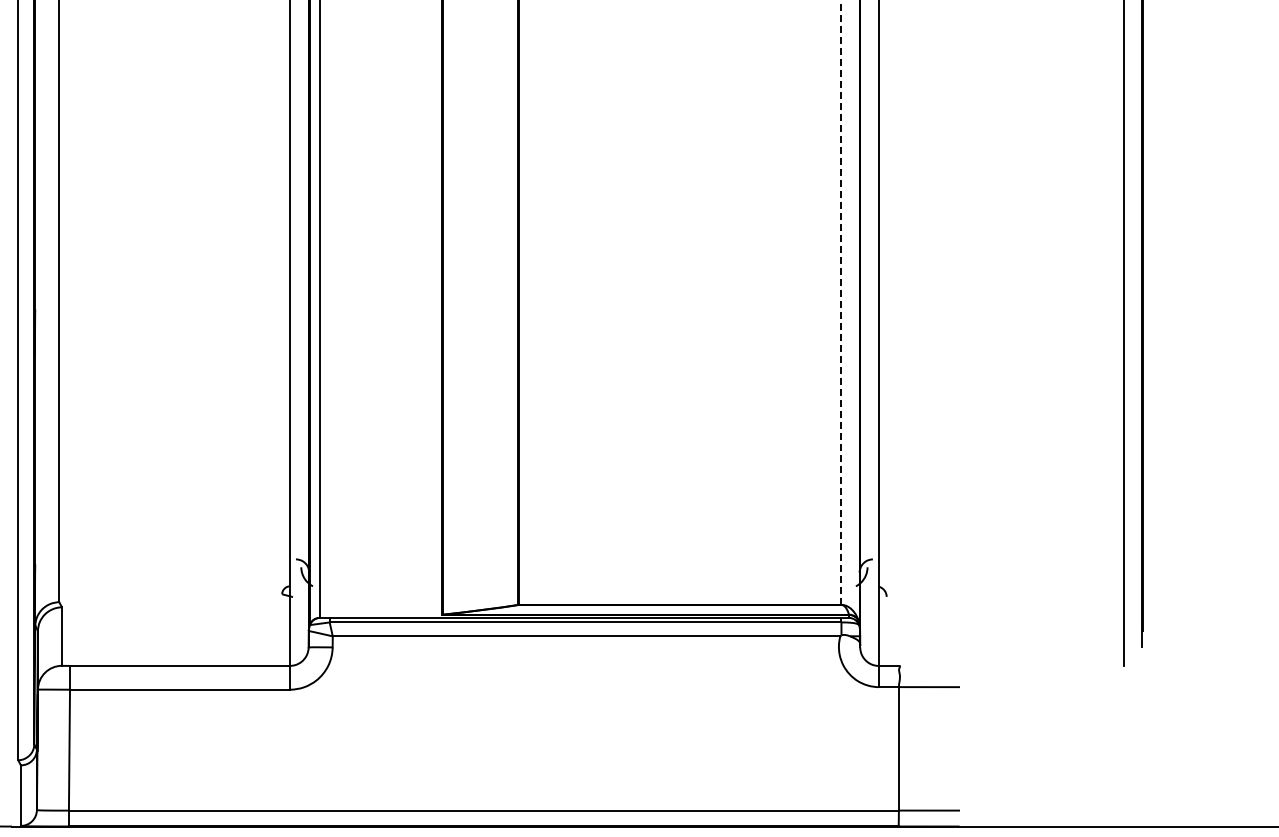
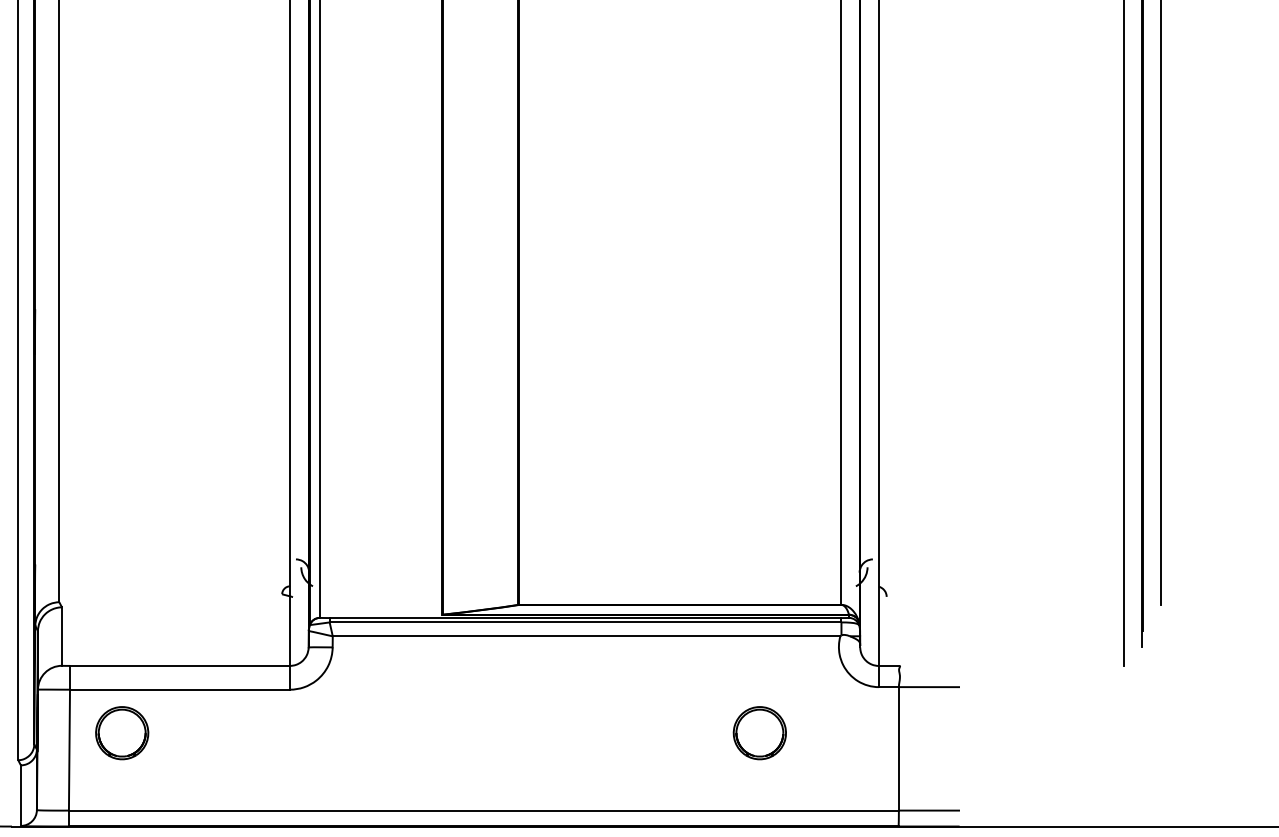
line at (841, 302): dashed -> solid
line at (1161, 303): none -> present
part at (122, 733): none -> present
part at (759, 733): none -> present
